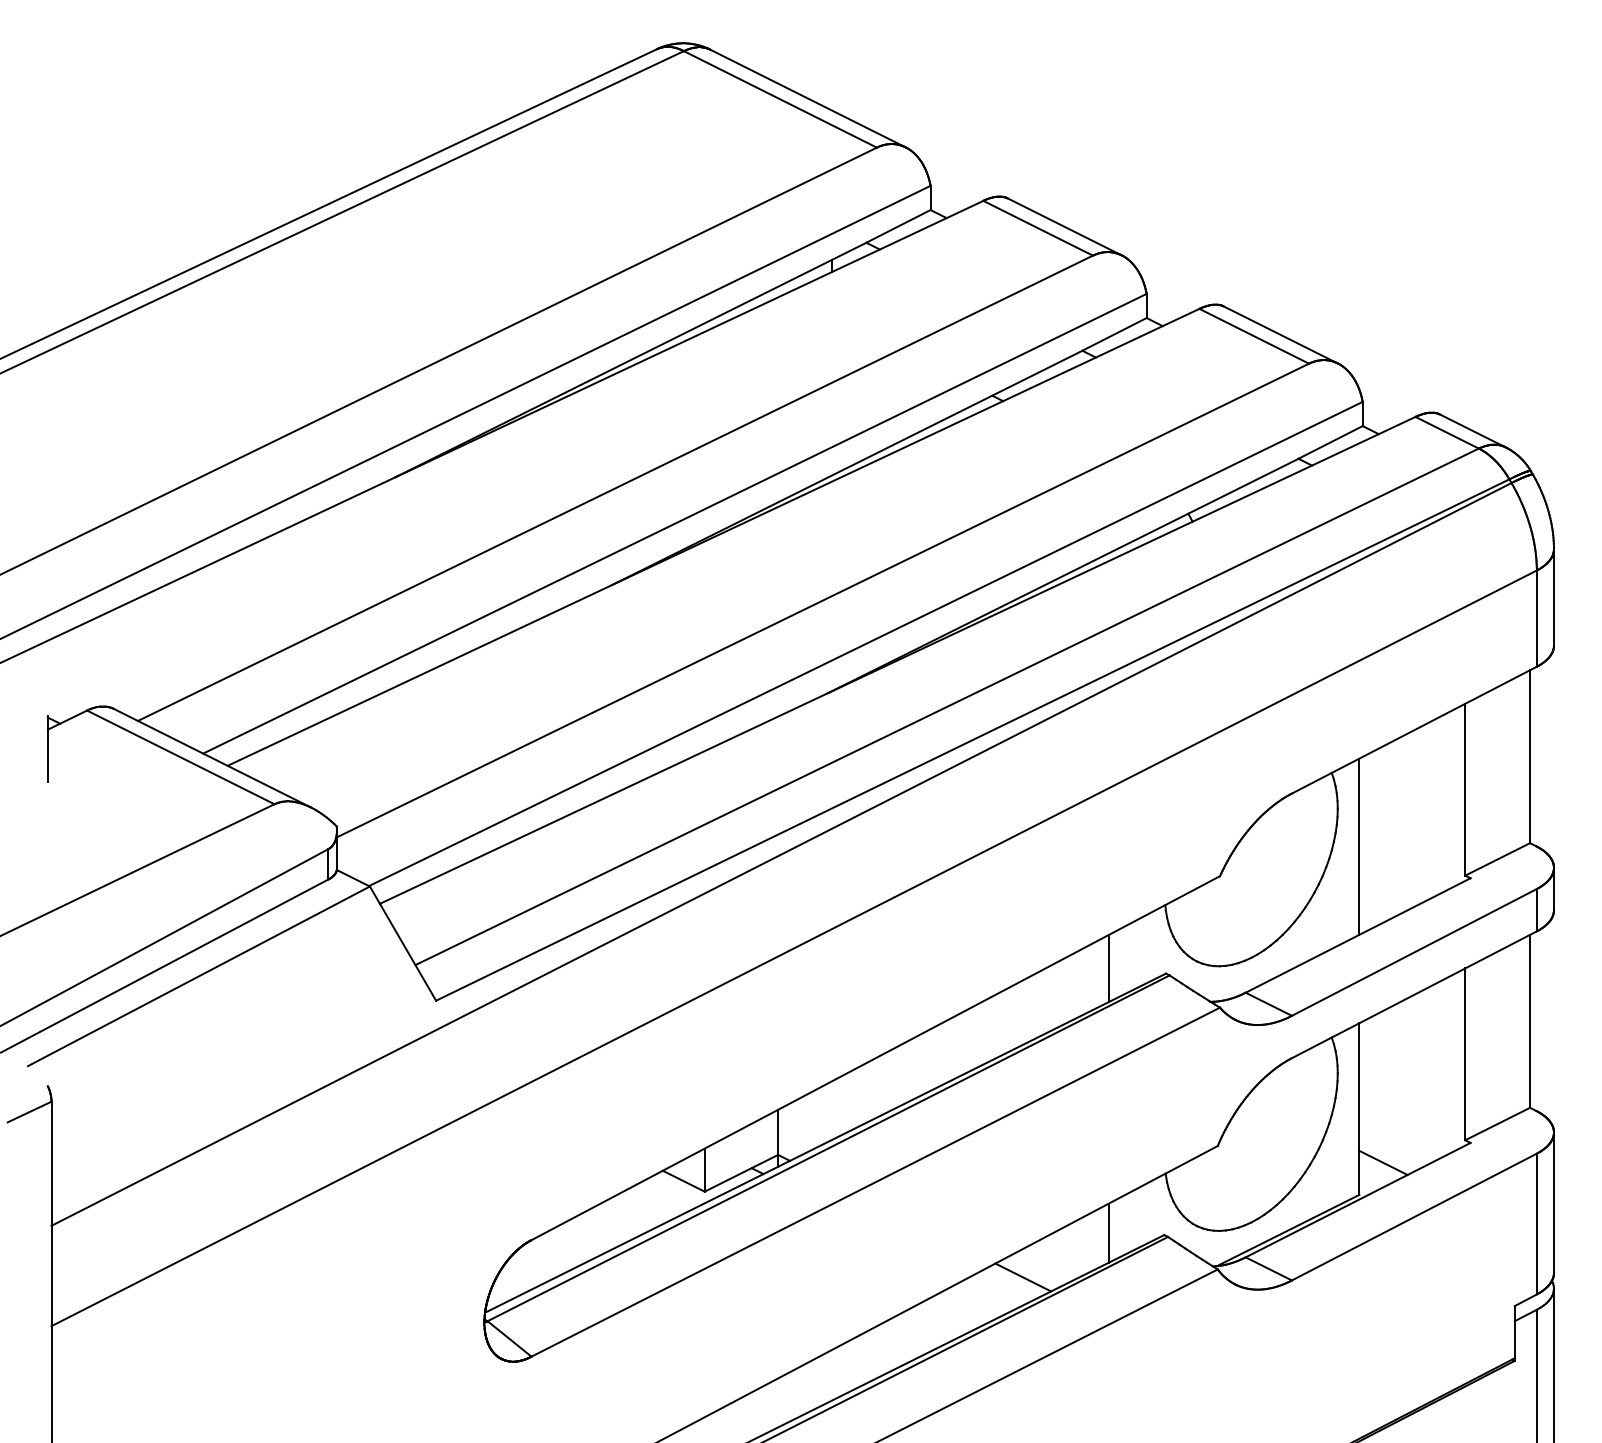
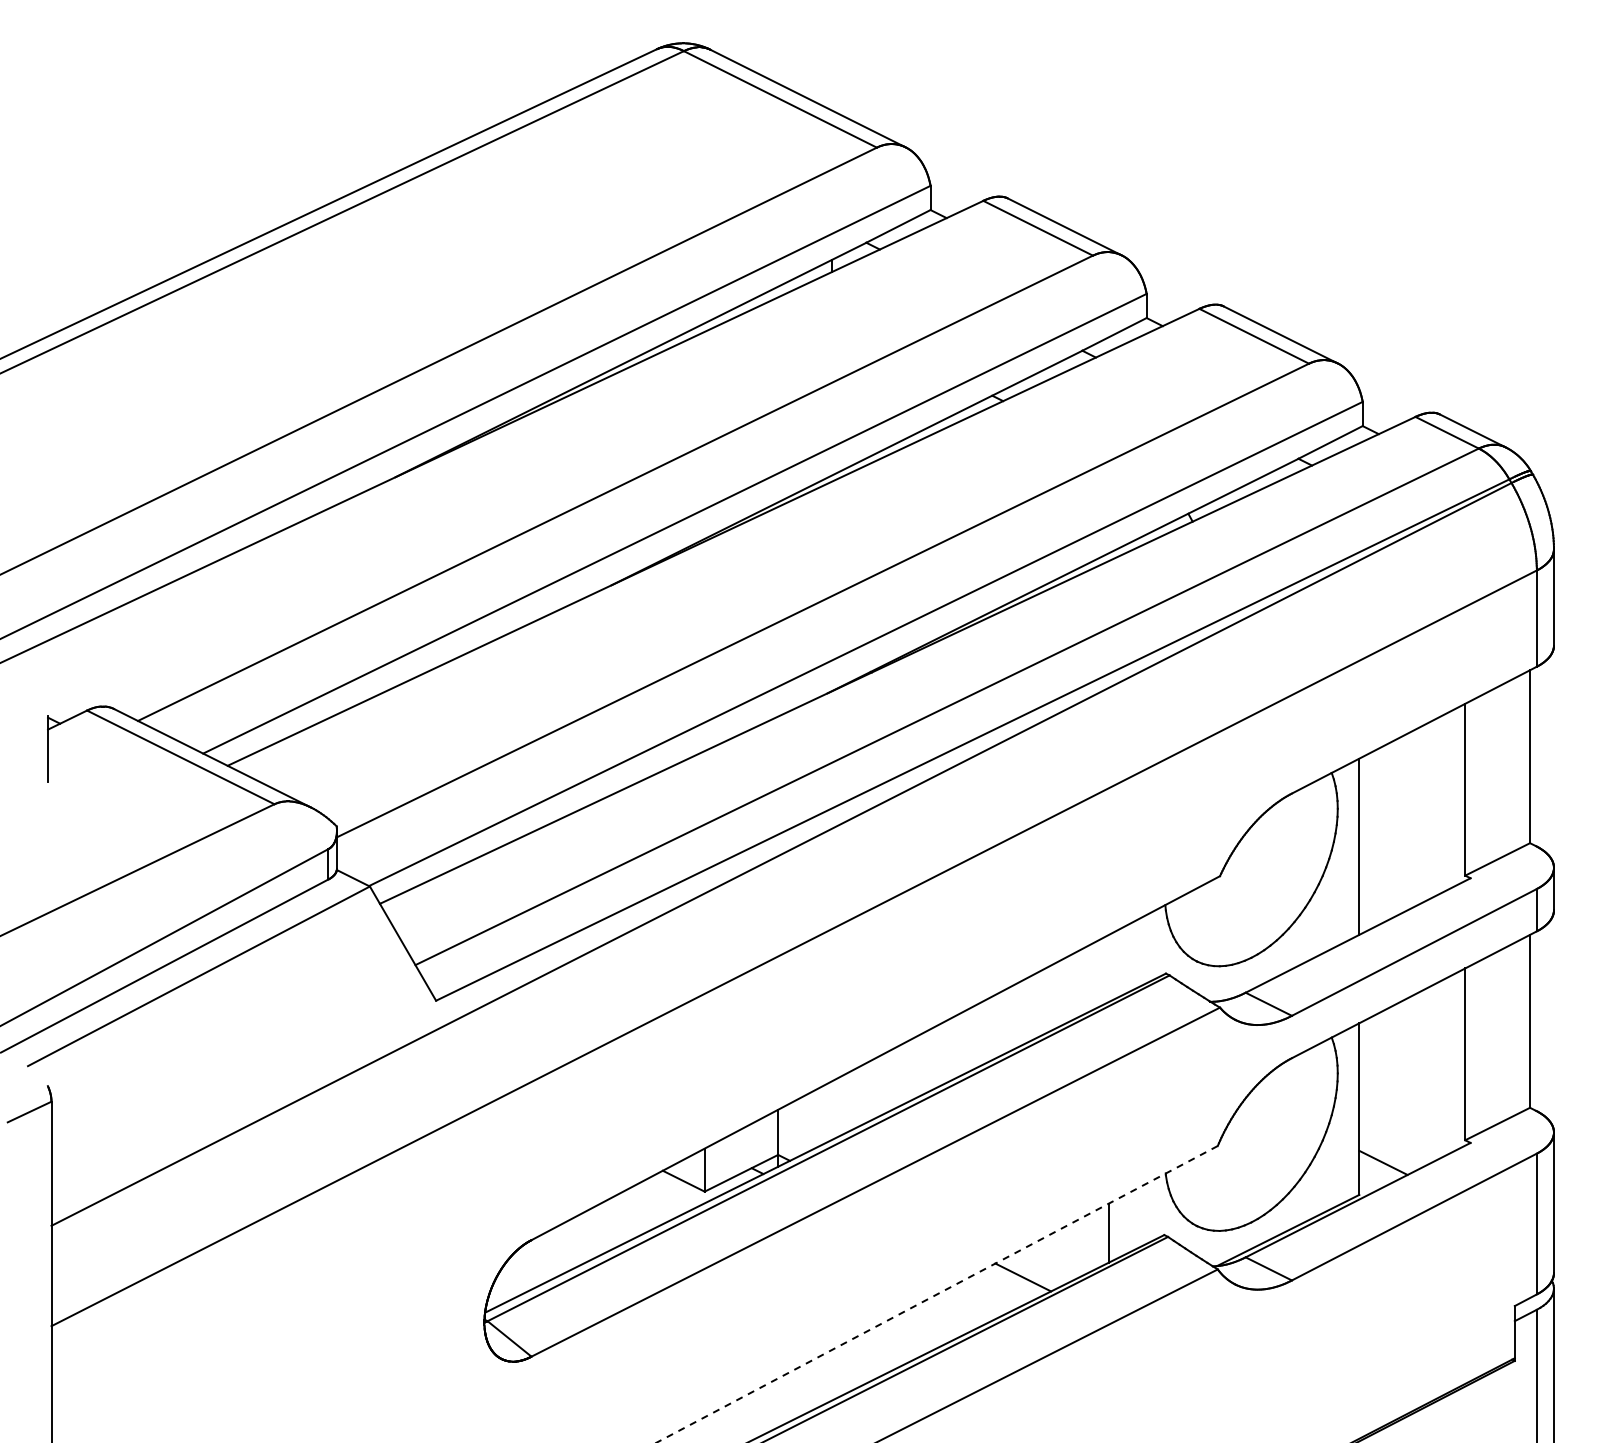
line at (1108, 968): present -> none
line at (936, 1294): solid -> dashed
